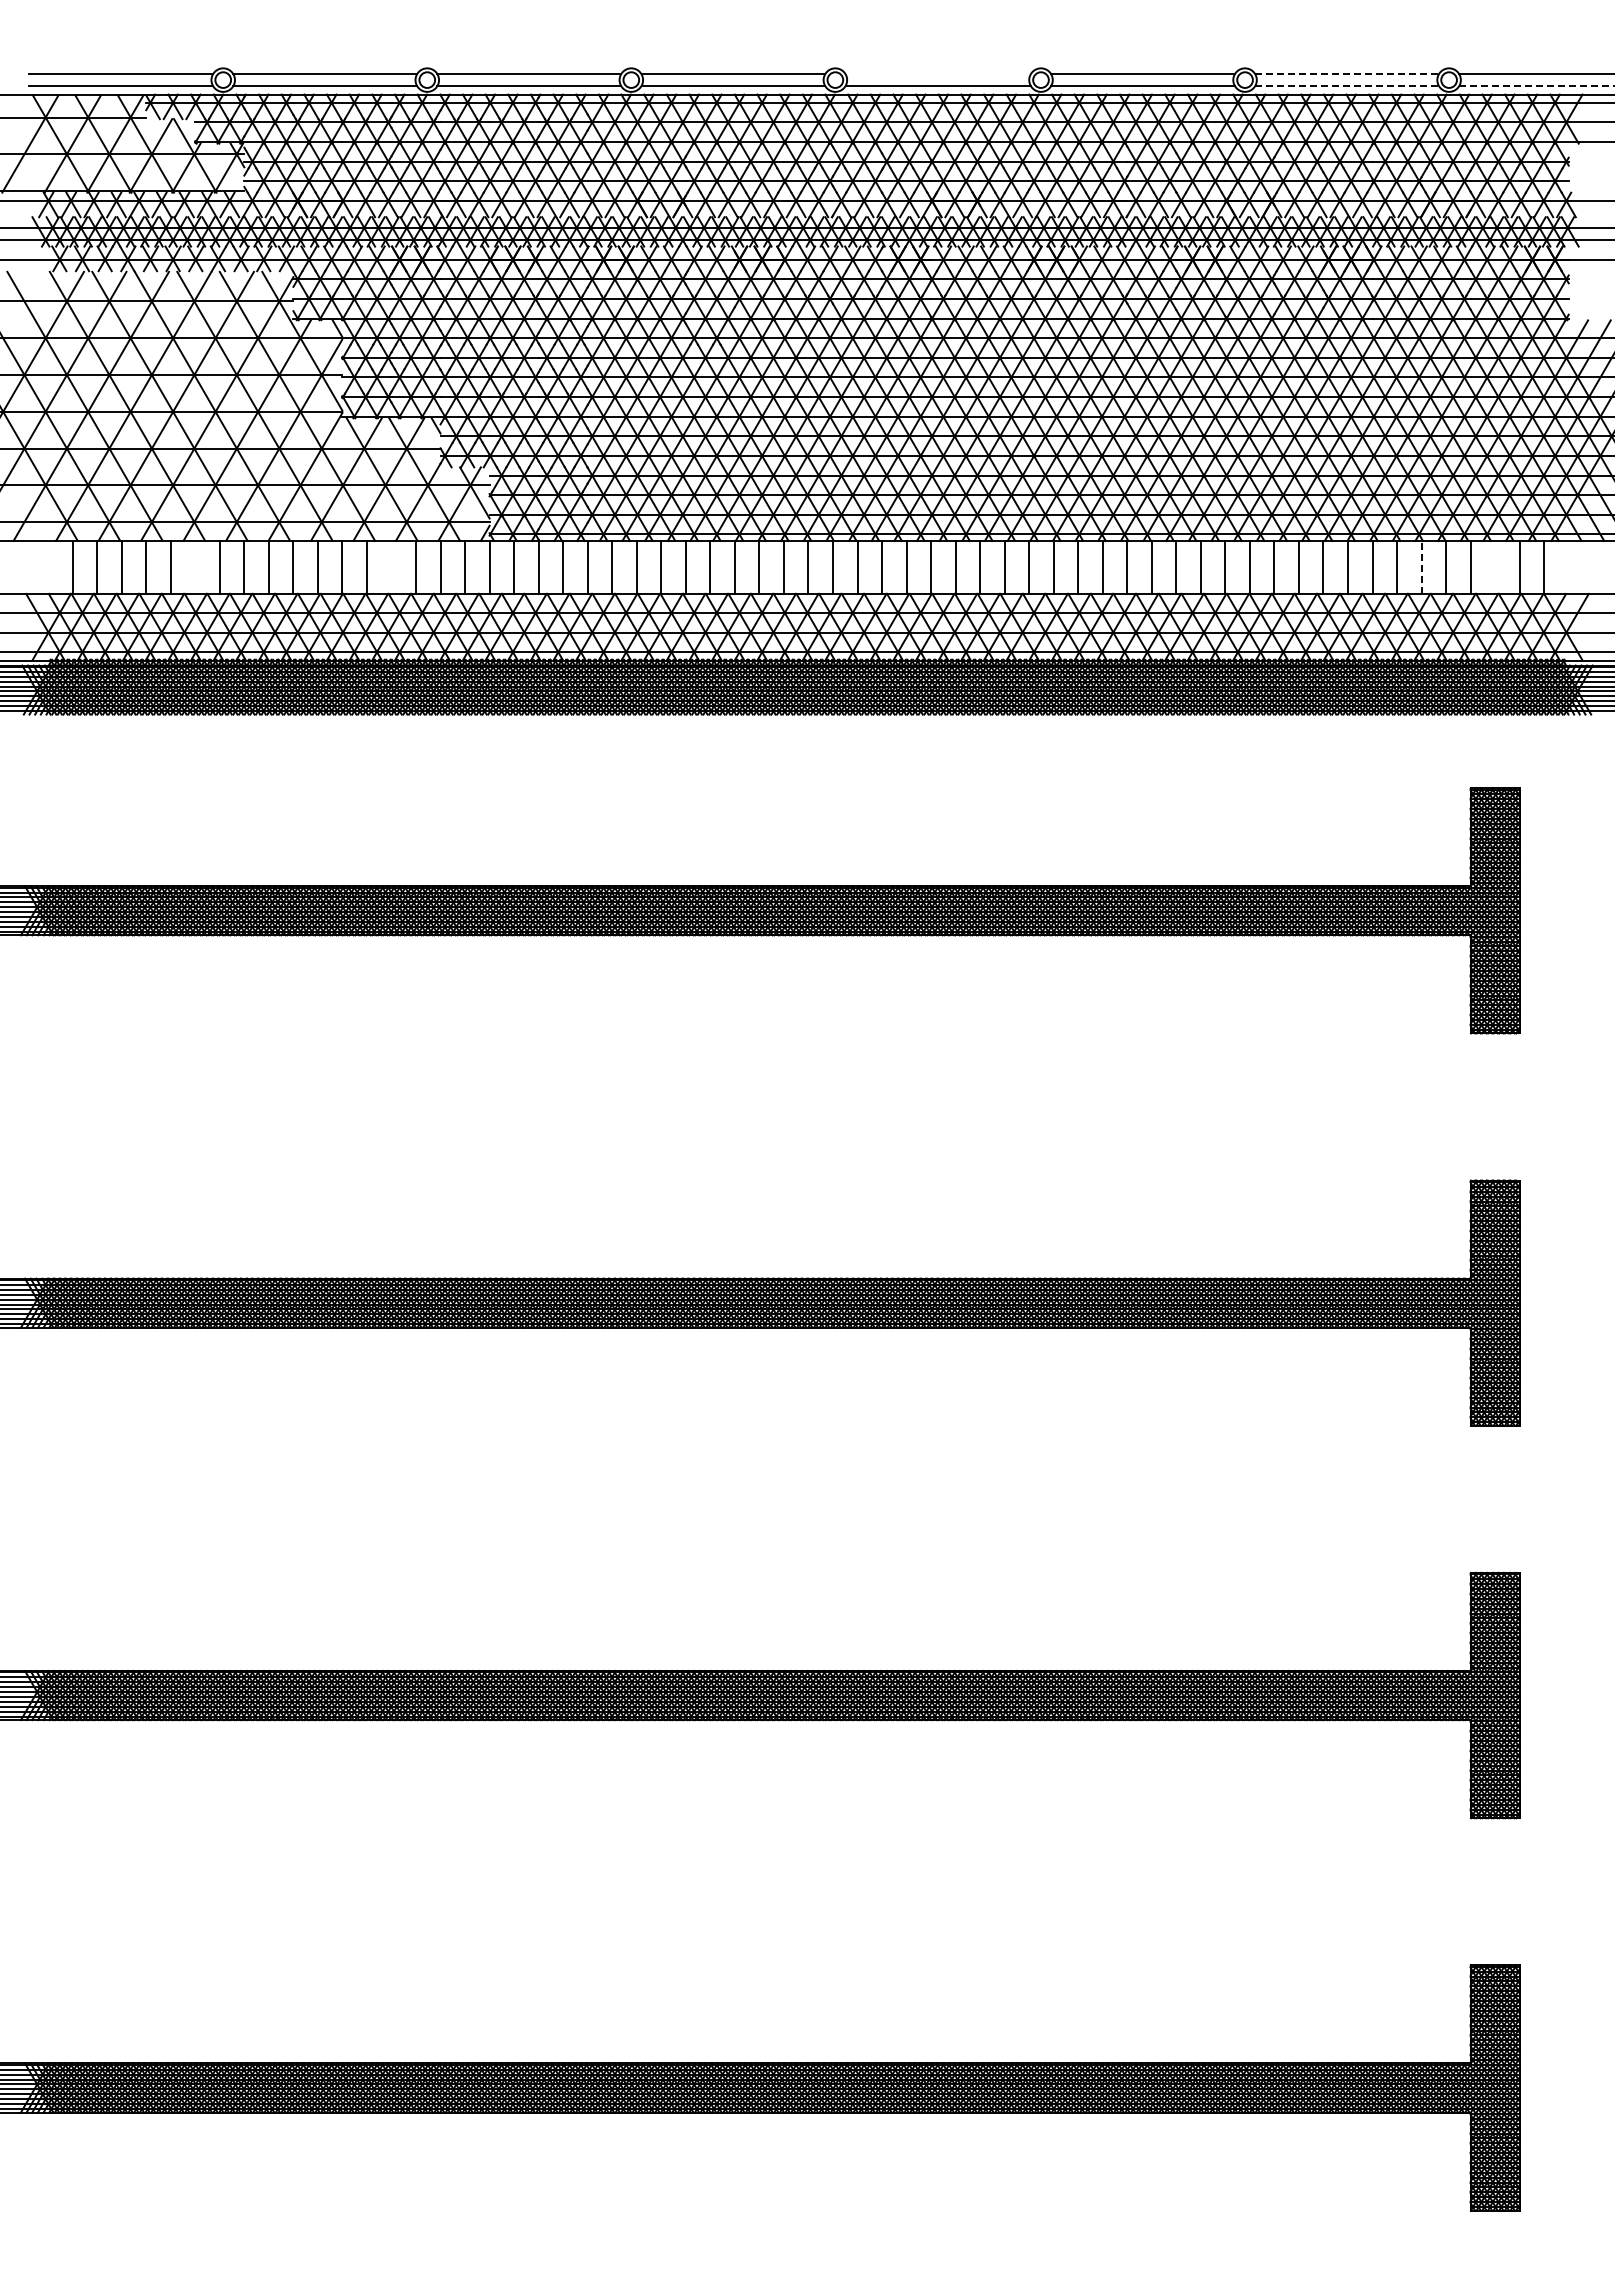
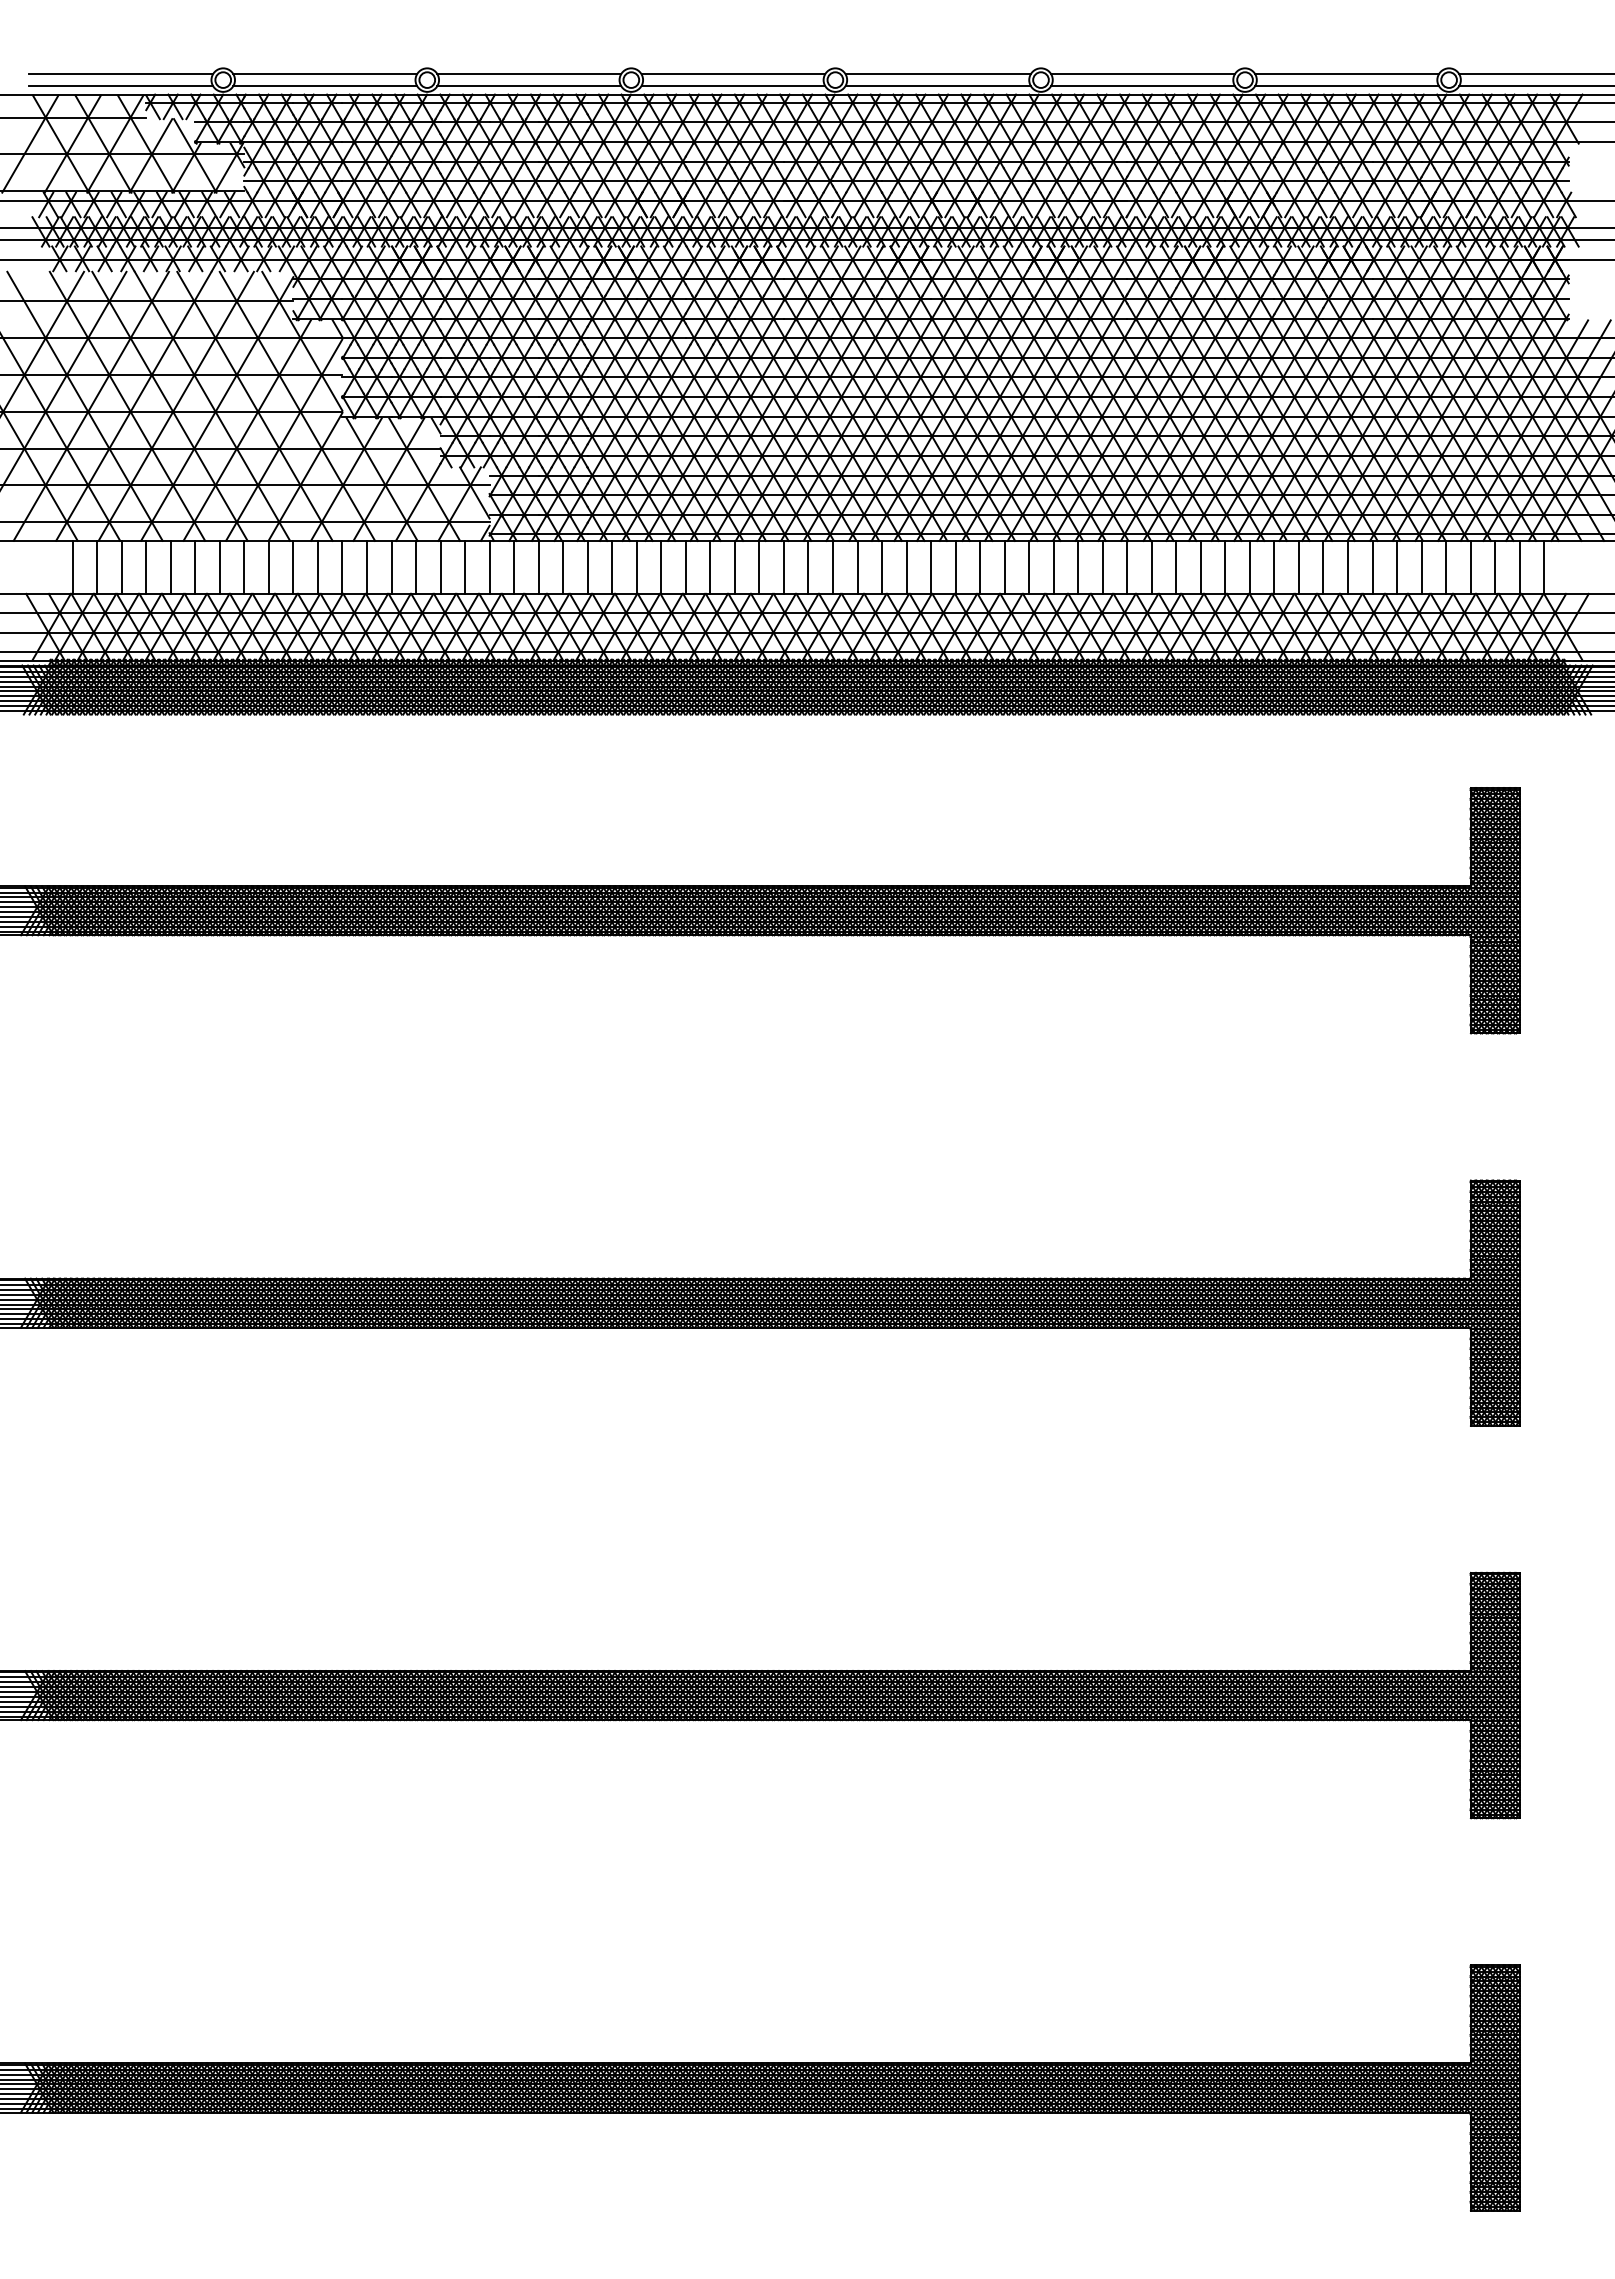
line at (937, 74): none -> present
line at (1347, 74): dashed -> solid
line at (1347, 86): dashed -> solid
line at (1537, 86): dashed -> solid
line at (195, 566): none -> present
line at (391, 566): none -> present
line at (1421, 566): dashed -> solid
line at (1495, 566): none -> present
